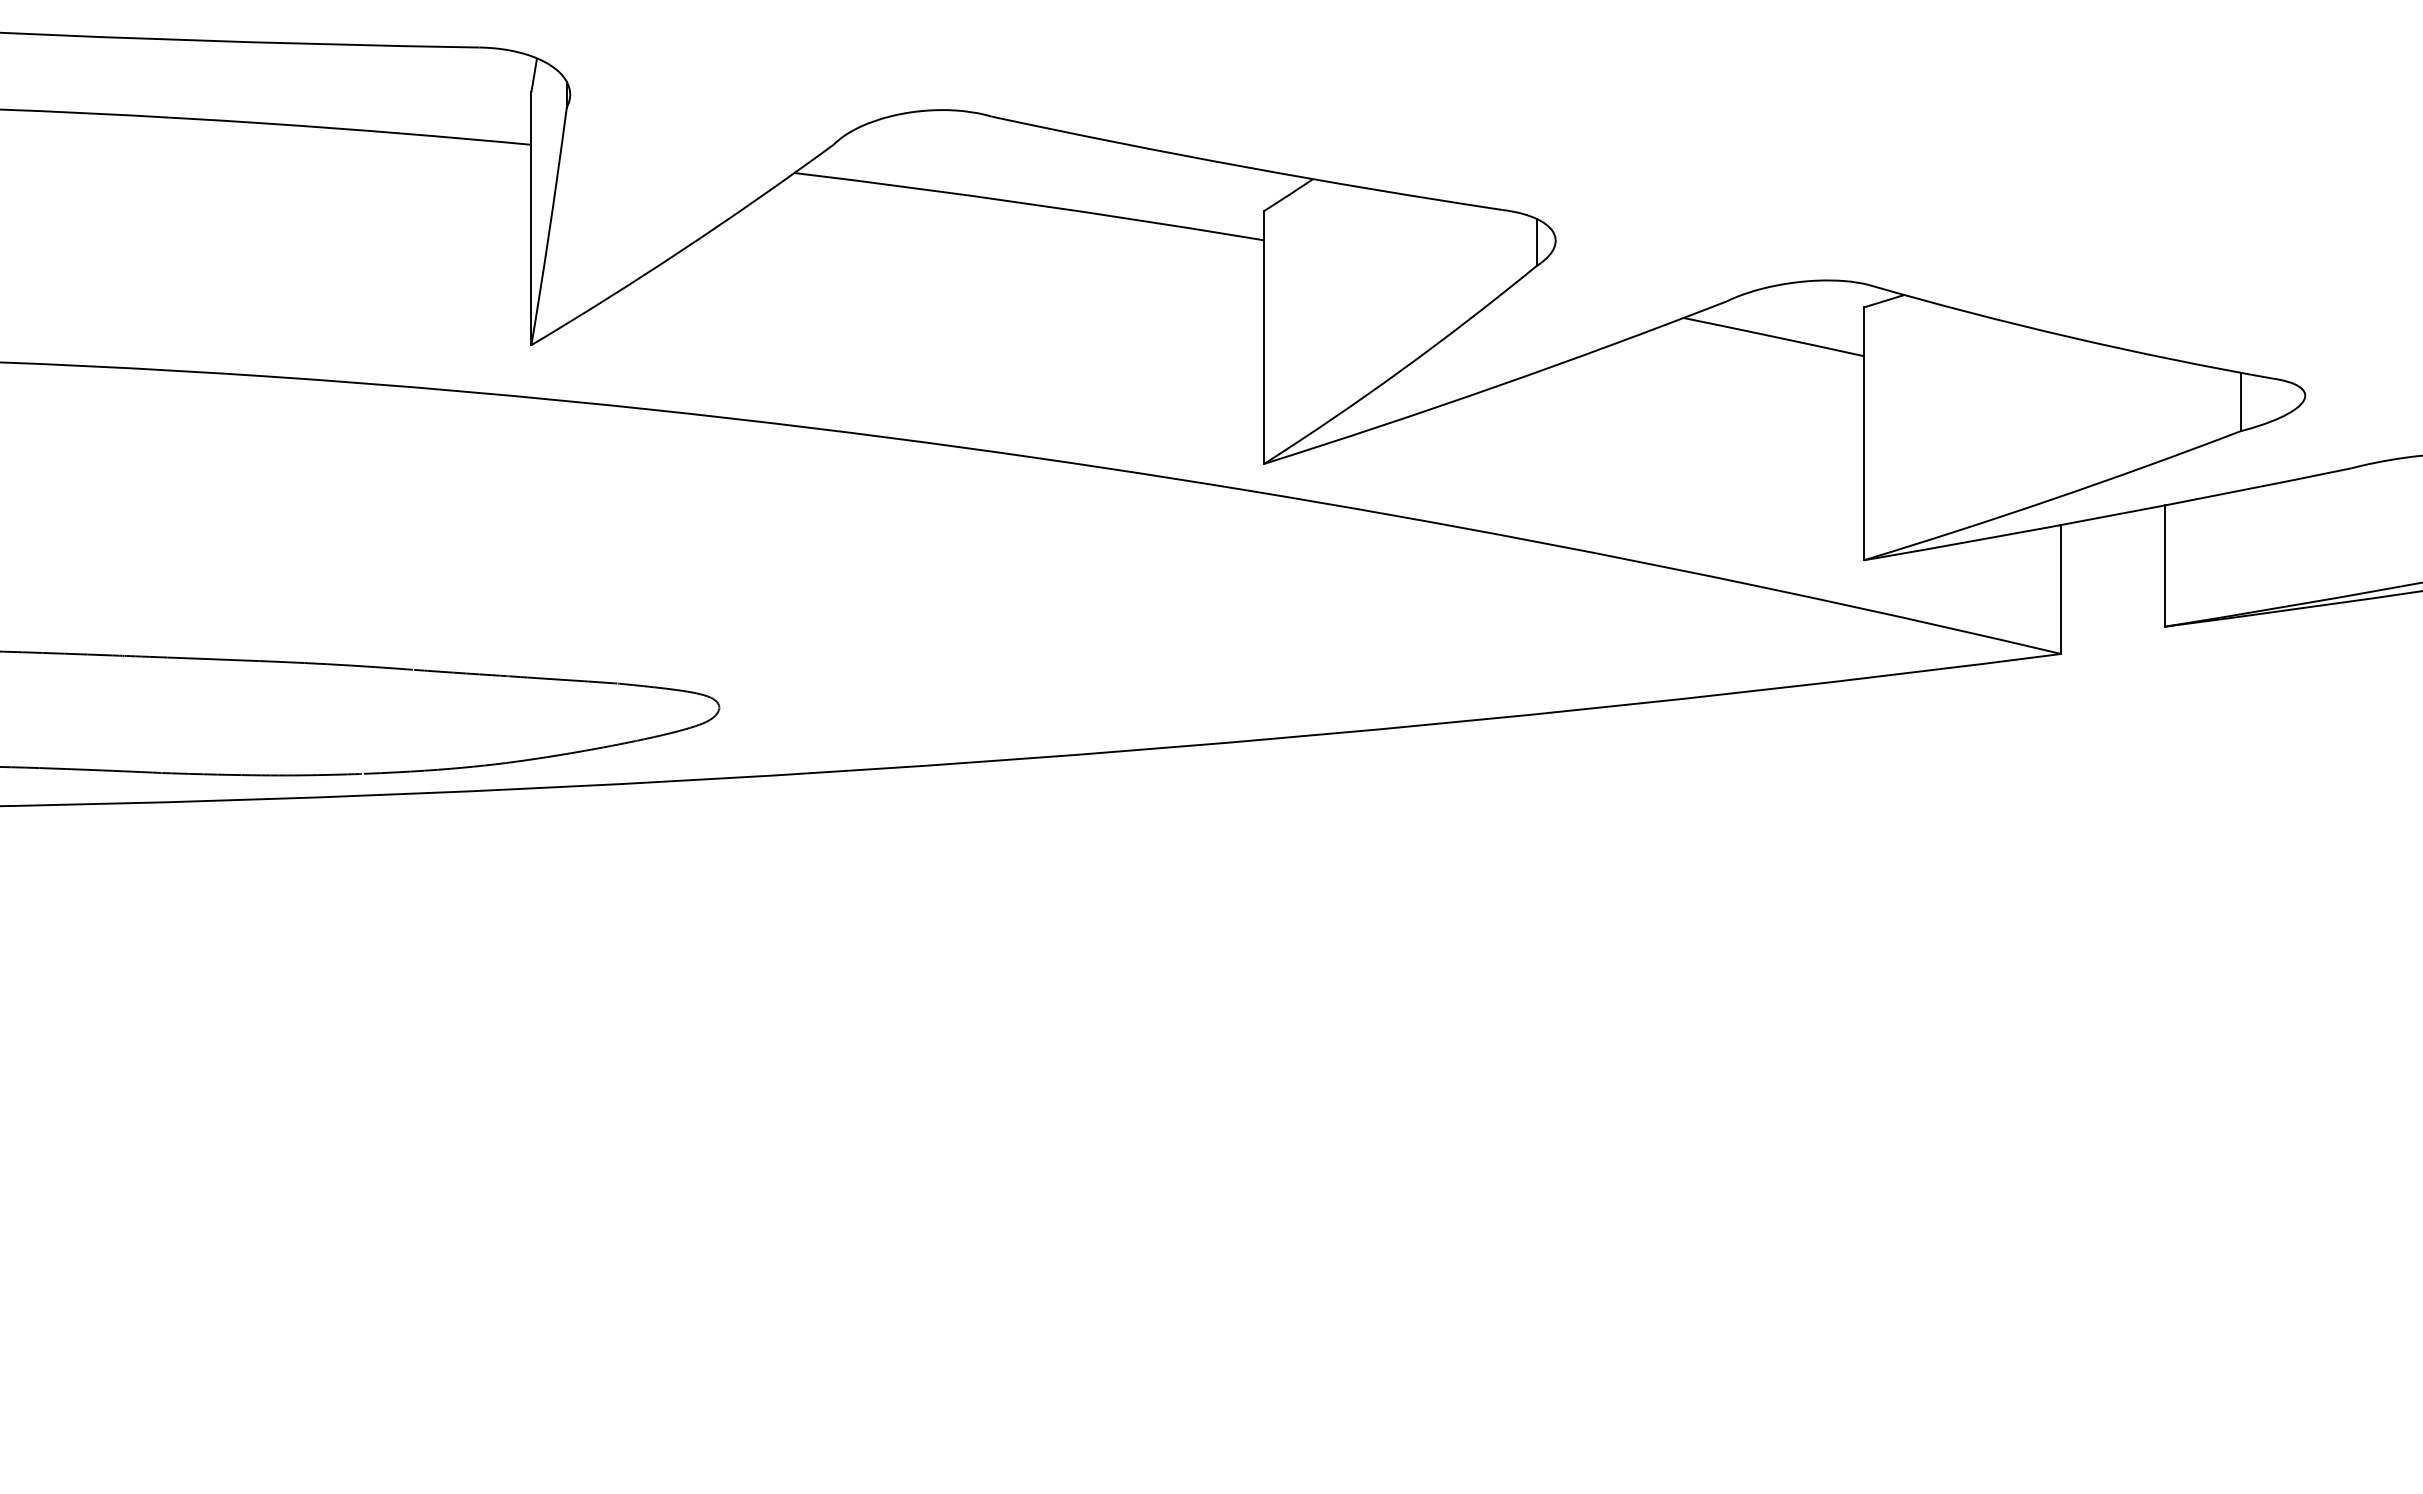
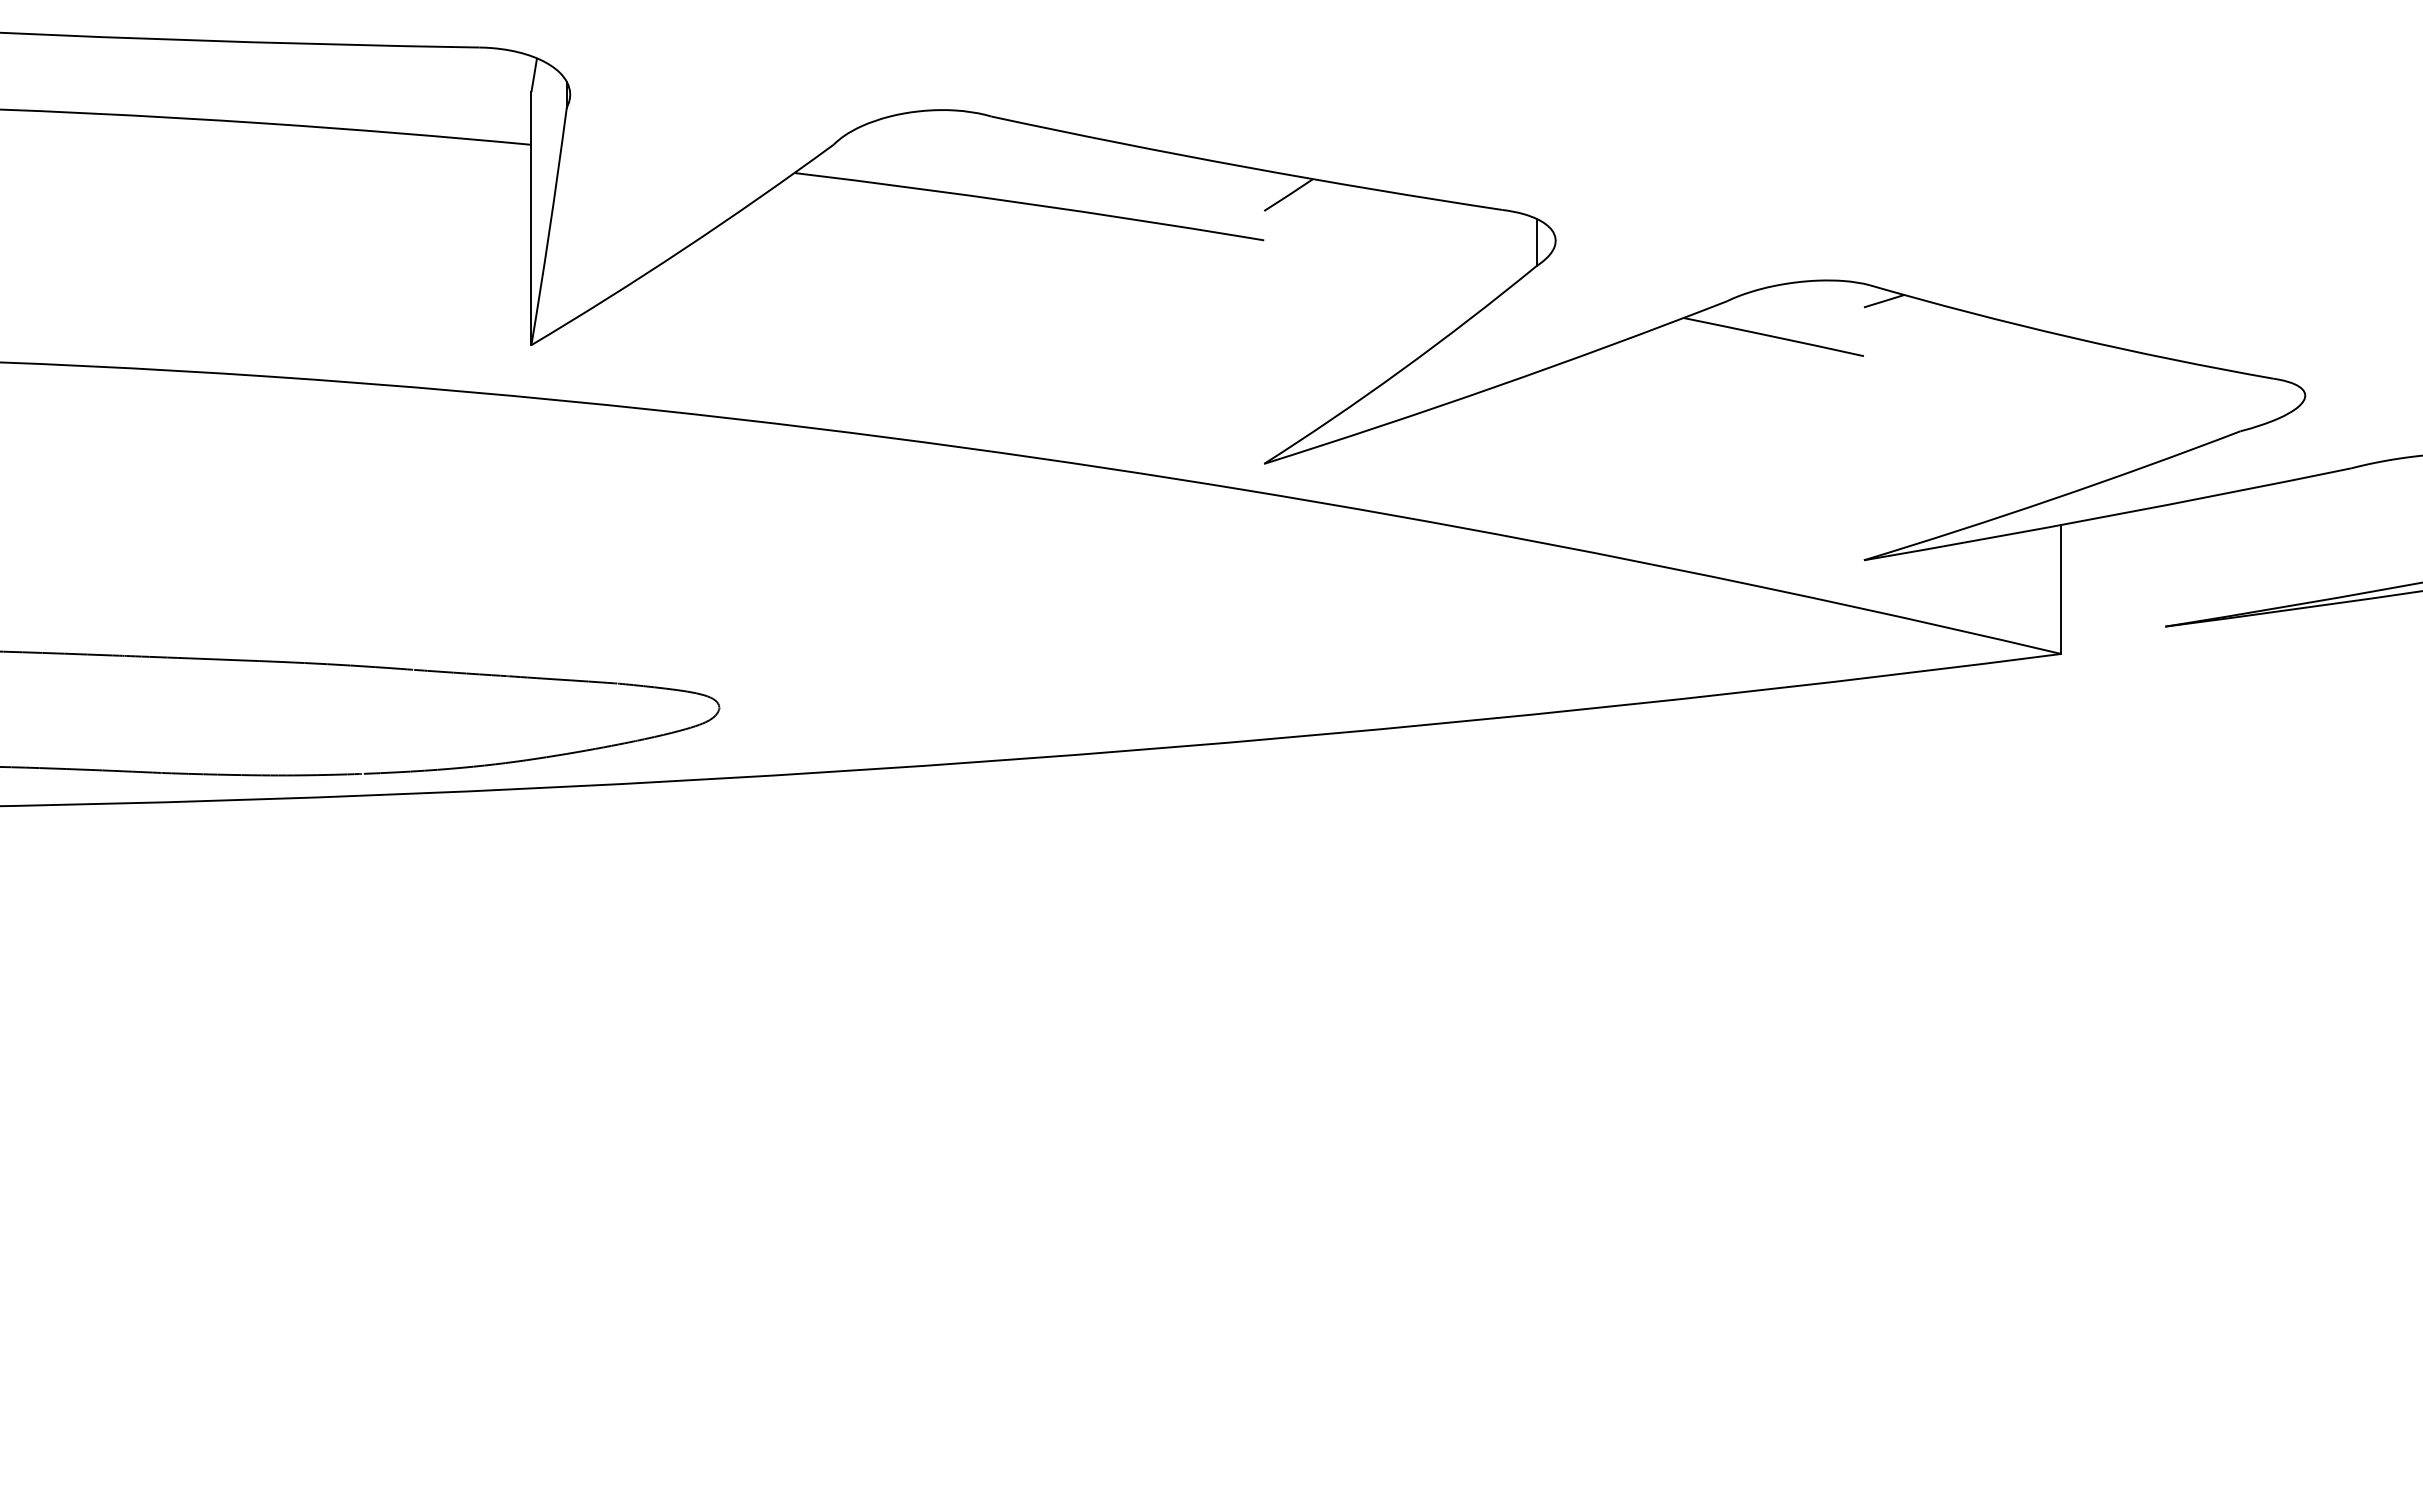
line at (1264, 337): present -> none
line at (2240, 401): present -> none
line at (1863, 433): present -> none
line at (2165, 565): present -> none
